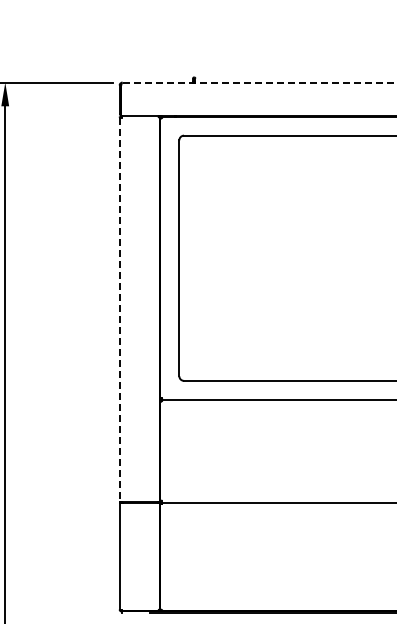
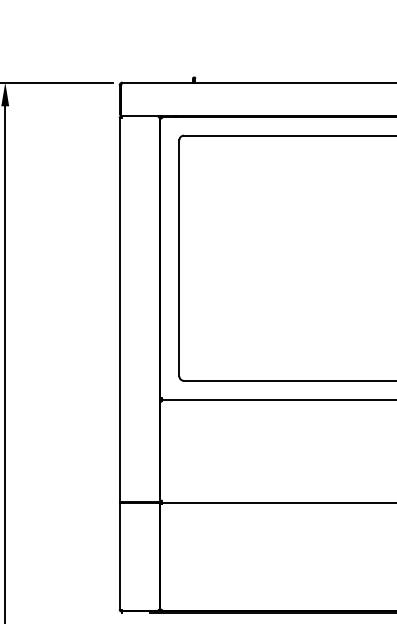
line at (259, 82): dashed -> solid
line at (119, 309): dashed -> solid
